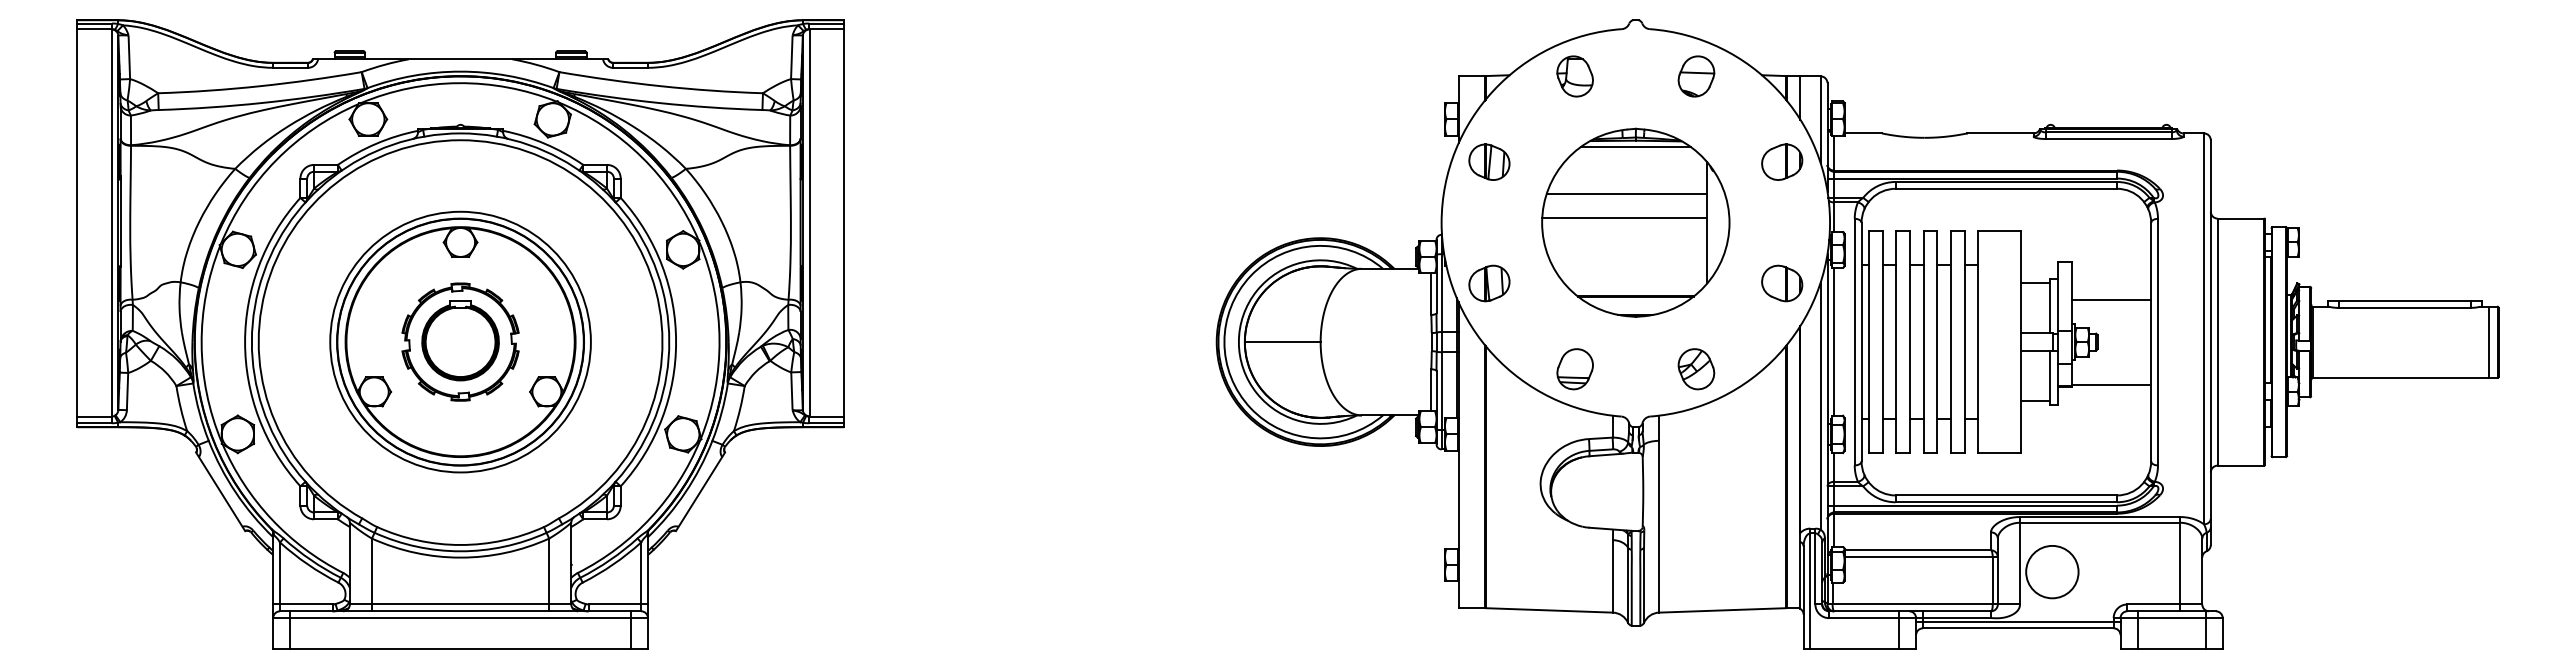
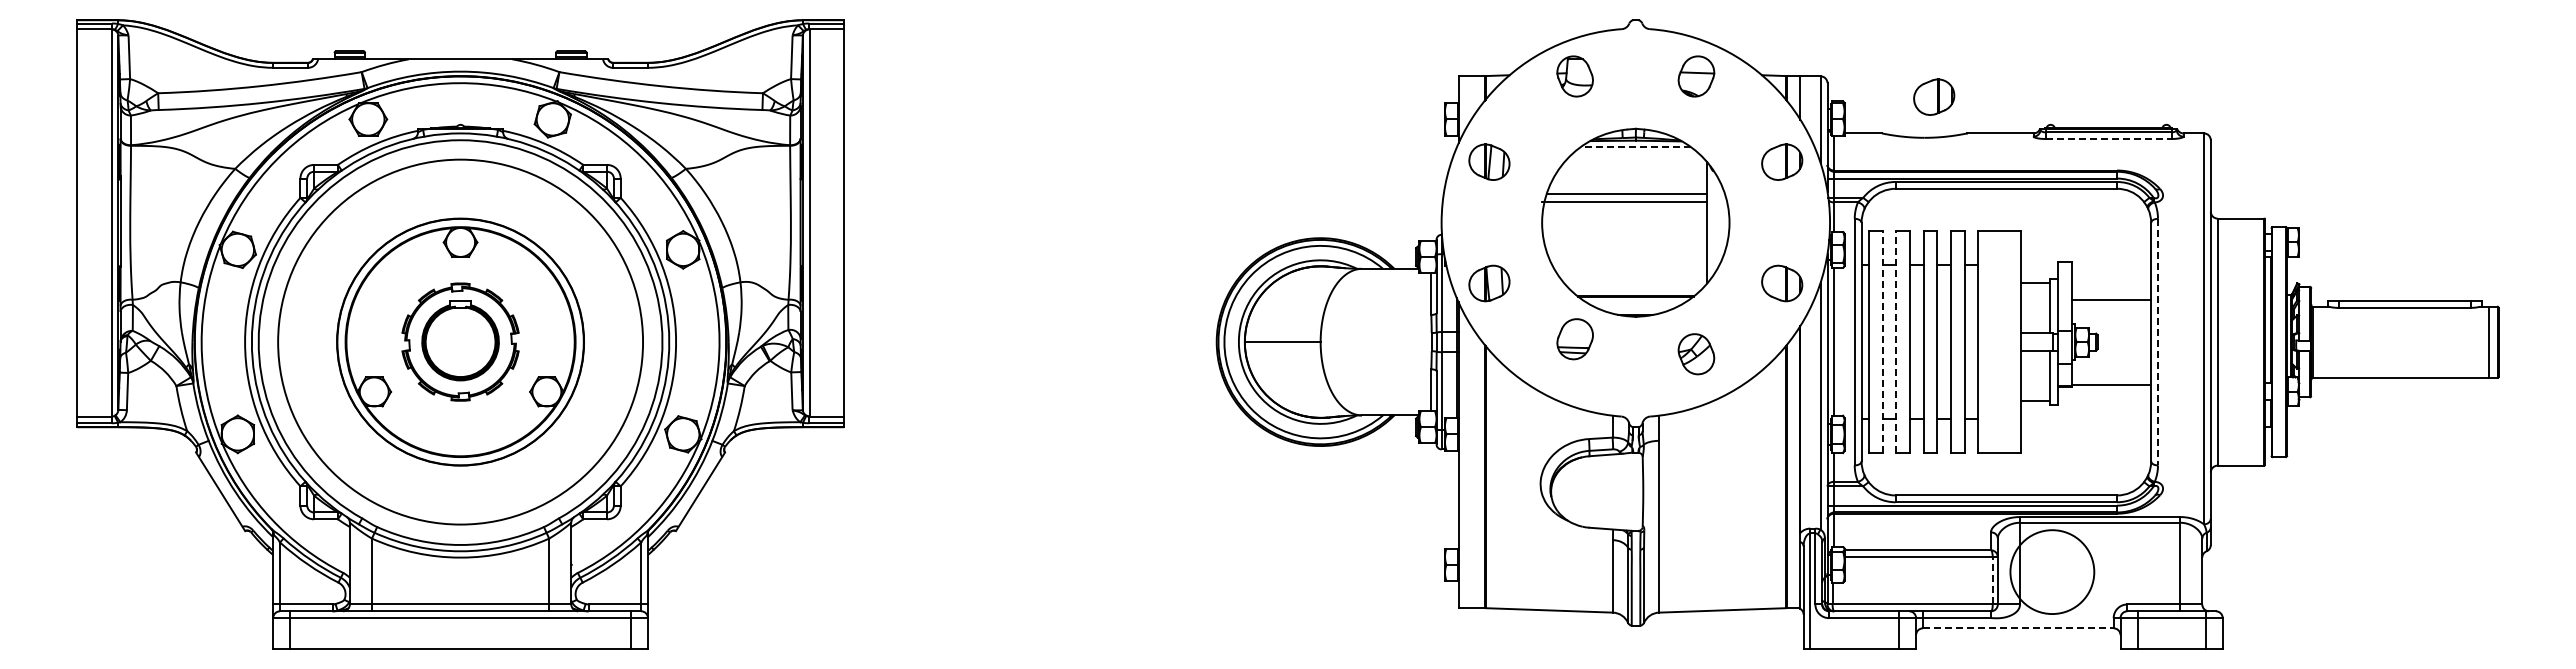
part at (1934, 96): none -> present
line at (2109, 139): solid -> dashed
line at (1635, 147): solid -> dashed
line at (1624, 218) position: (1624, 218) -> (1624, 202)
circle at (460, 341) diameter: 261 px -> 365 px
line at (1882, 342): solid -> dashed
line at (1896, 342): solid -> dashed
line at (2157, 342): solid -> dashed
part at (1574, 369) position: (1574, 369) -> (1574, 339)
part at (1696, 369) position: (1696, 369) -> (1696, 354)
circle at (2052, 571) diameter: 52 px -> 84 px
line at (1992, 580): solid -> dashed
line at (2018, 621): present -> none
line at (2018, 628): solid -> dashed
